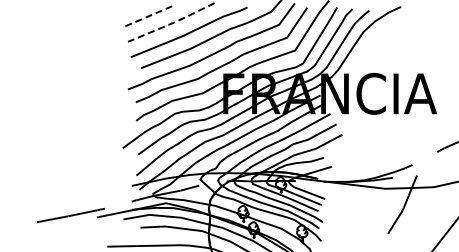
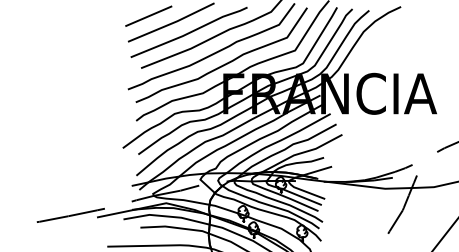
line at (148, 16): dashed -> solid
line at (172, 23): dashed -> solid
